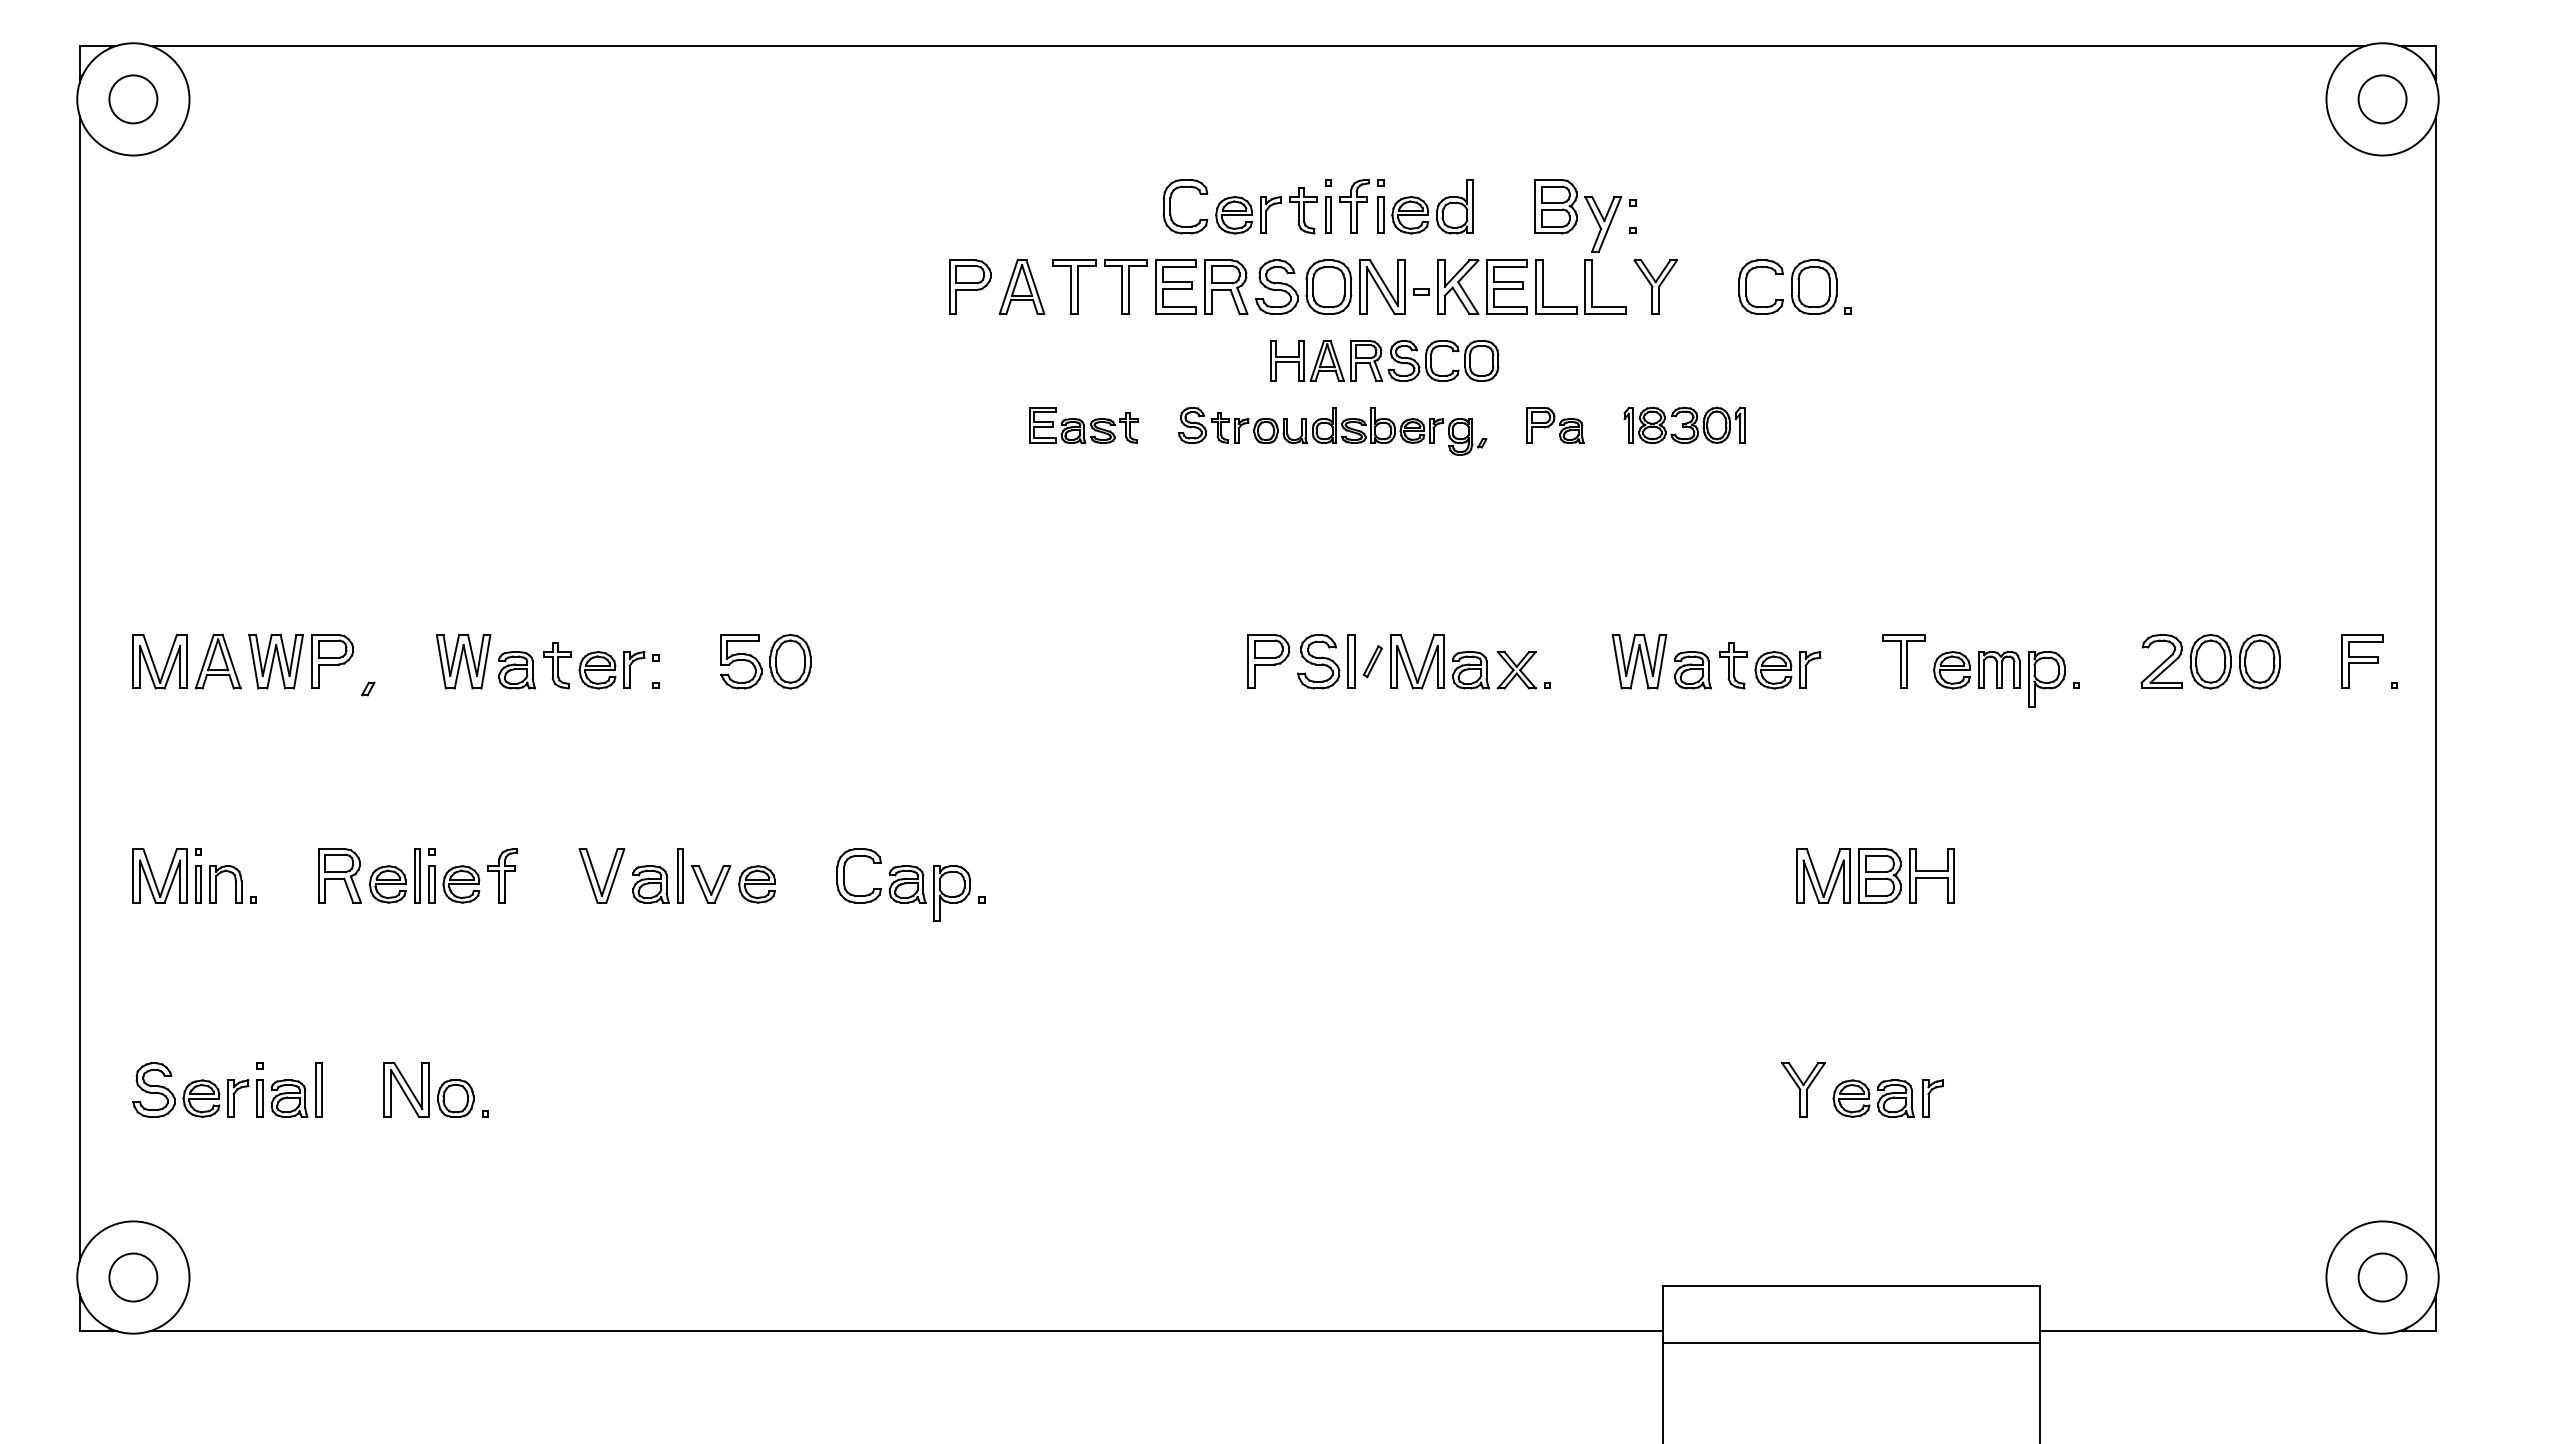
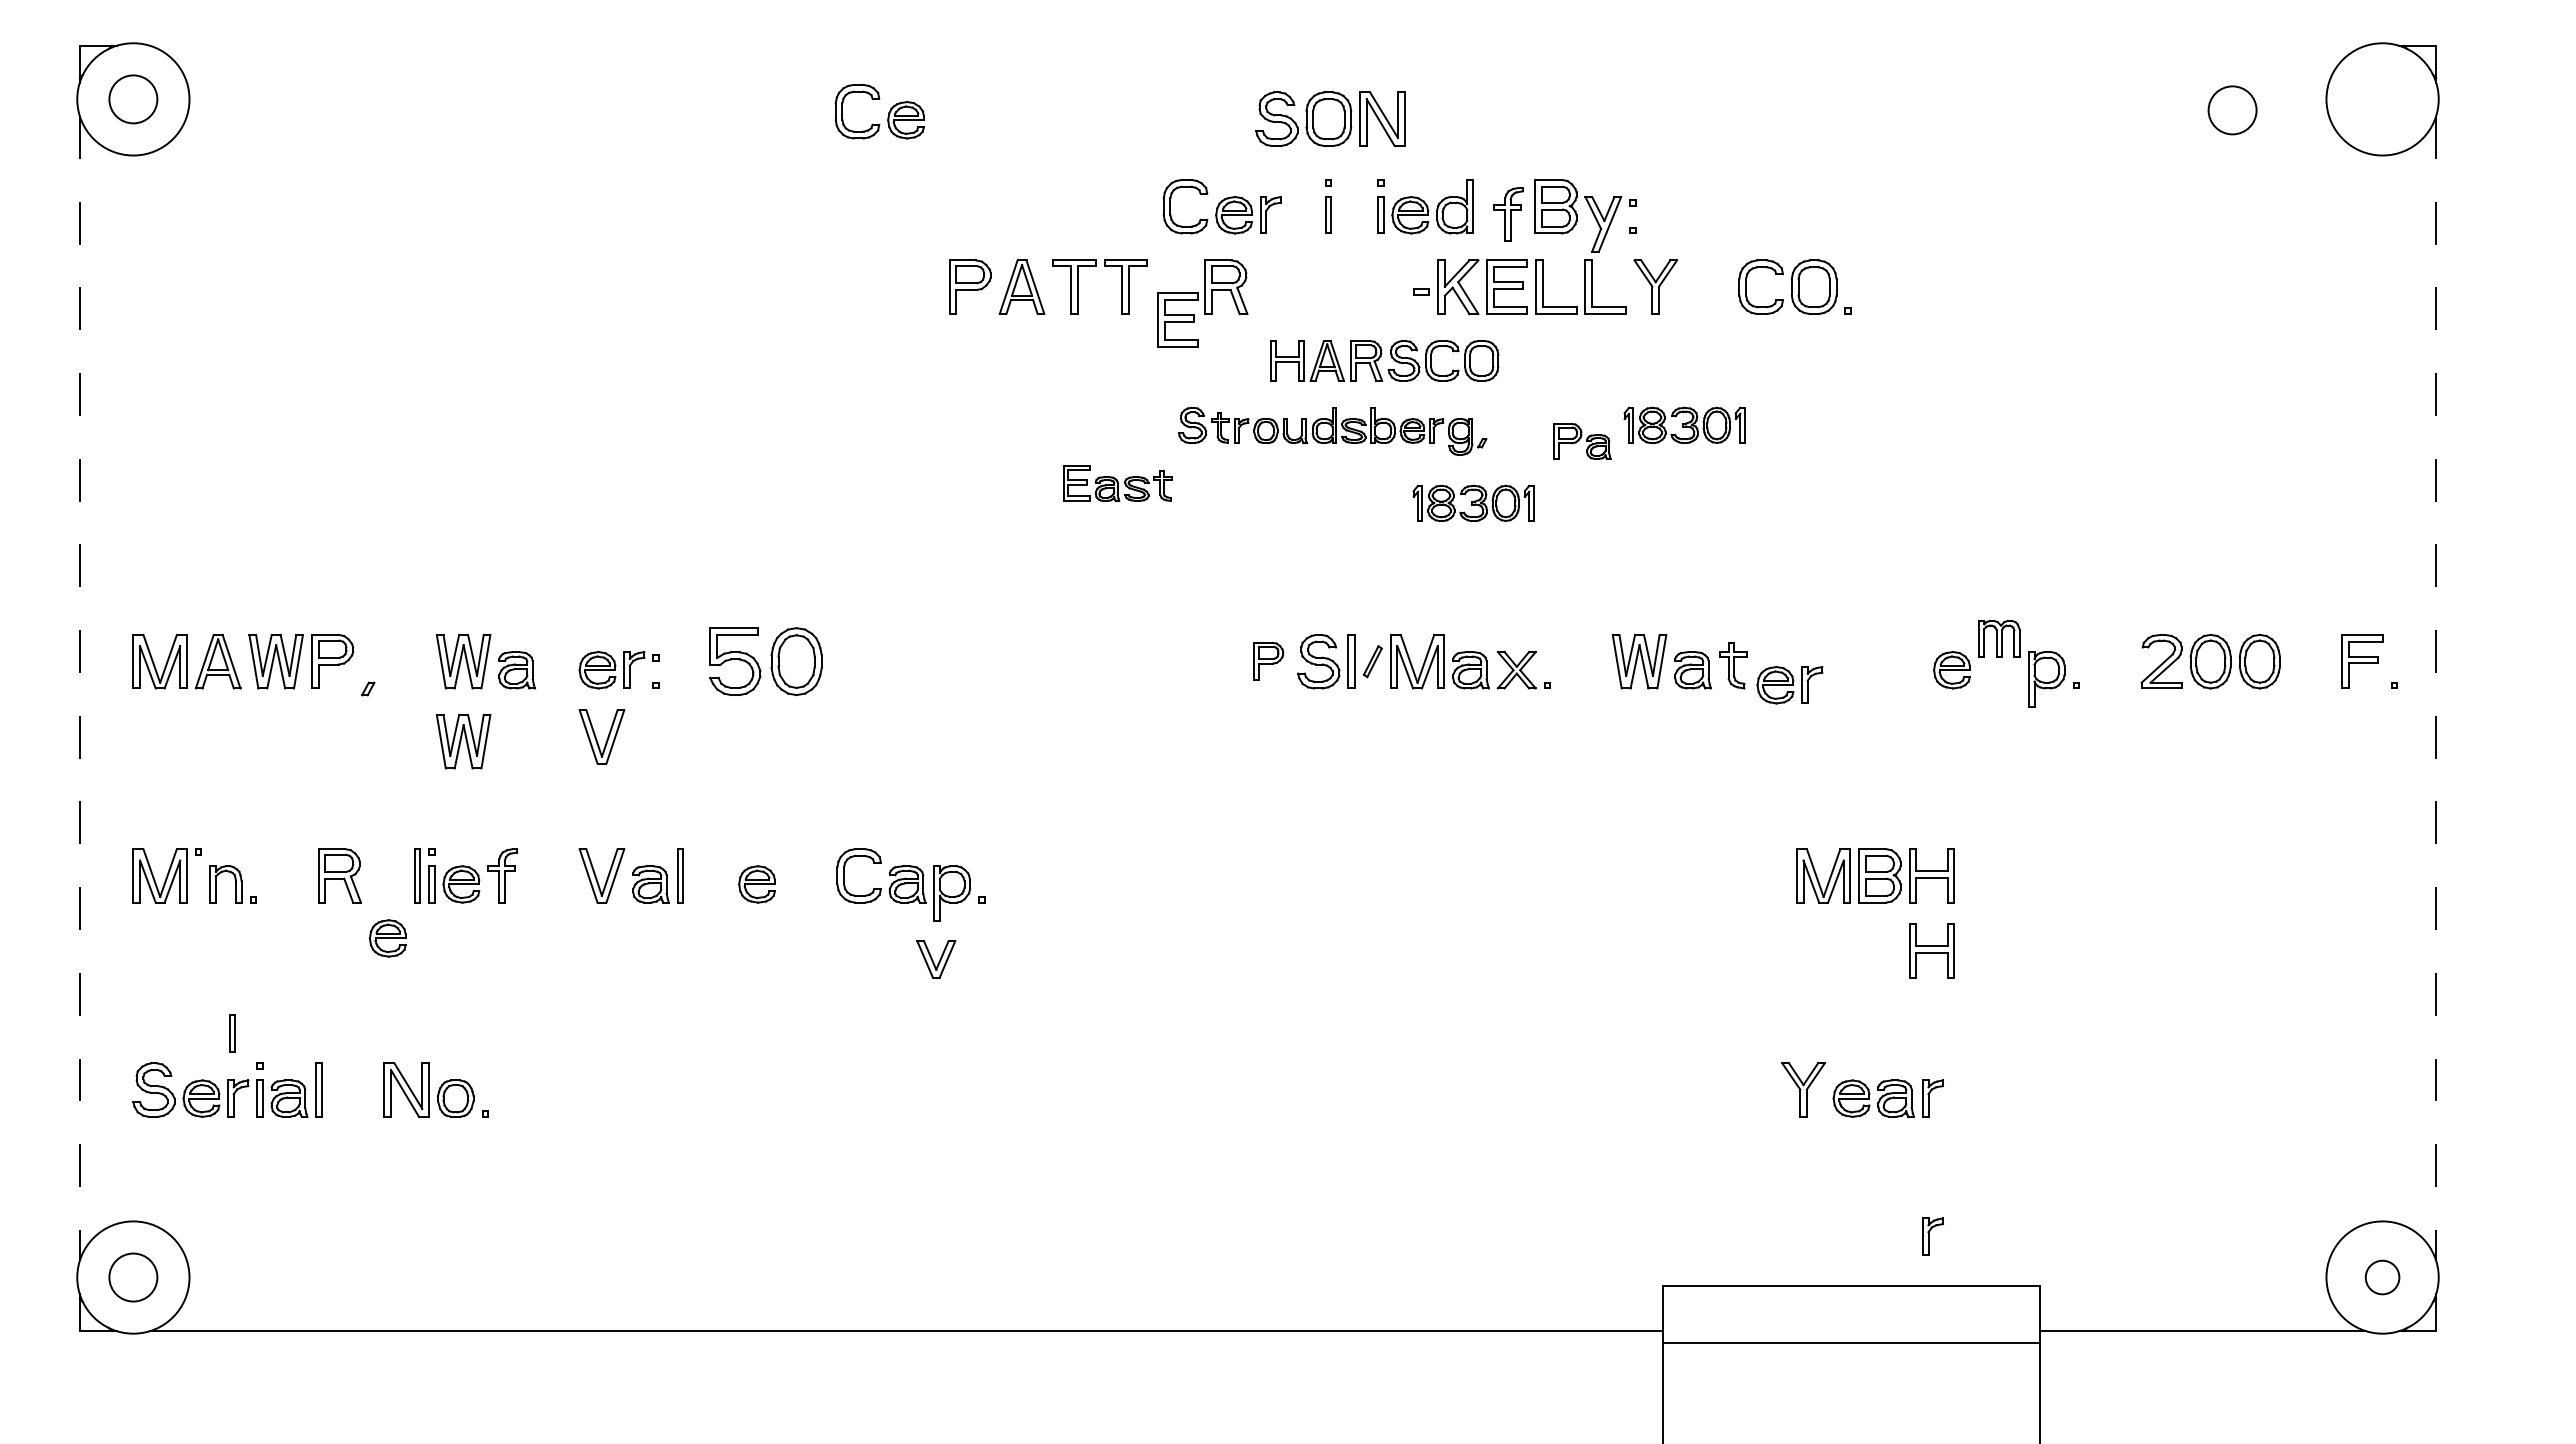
line at (1257, 45): present -> none
circle at (2382, 99) position: (2382, 99) -> (2232, 110)
part at (888, 112): none -> present
part at (1354, 206) position: (1354, 206) -> (1508, 214)
part at (1303, 210): present -> none
part at (1175, 286) position: (1175, 286) -> (1177, 319)
part at (1330, 287) position: (1330, 287) -> (1330, 119)
part at (1555, 424) position: (1555, 424) -> (1582, 440)
part at (1083, 425) position: (1083, 425) -> (1117, 483)
part at (1473, 502): none -> present
part at (765, 661) size: 92x56 px -> 114x70 px
part at (1268, 661) size: 44x55 px -> 32x40 px
part at (1903, 661): present -> none
part at (557, 665): present -> none
part at (1999, 669) position: (1999, 669) -> (1999, 638)
part at (1787, 670) position: (1787, 670) -> (1789, 685)
line at (79, 688): solid -> dashed
line at (2436, 688): solid -> dashed
part at (601, 736): none -> present
part at (463, 741): none -> present
part at (198, 884) position: (198, 884) -> (232, 1033)
part at (387, 884) position: (387, 884) -> (387, 938)
part at (711, 884) position: (711, 884) -> (936, 959)
part at (1931, 950): none -> present
part at (1932, 1236): none -> present
circle at (2382, 1277) size: 51x51 px -> 37x37 px
